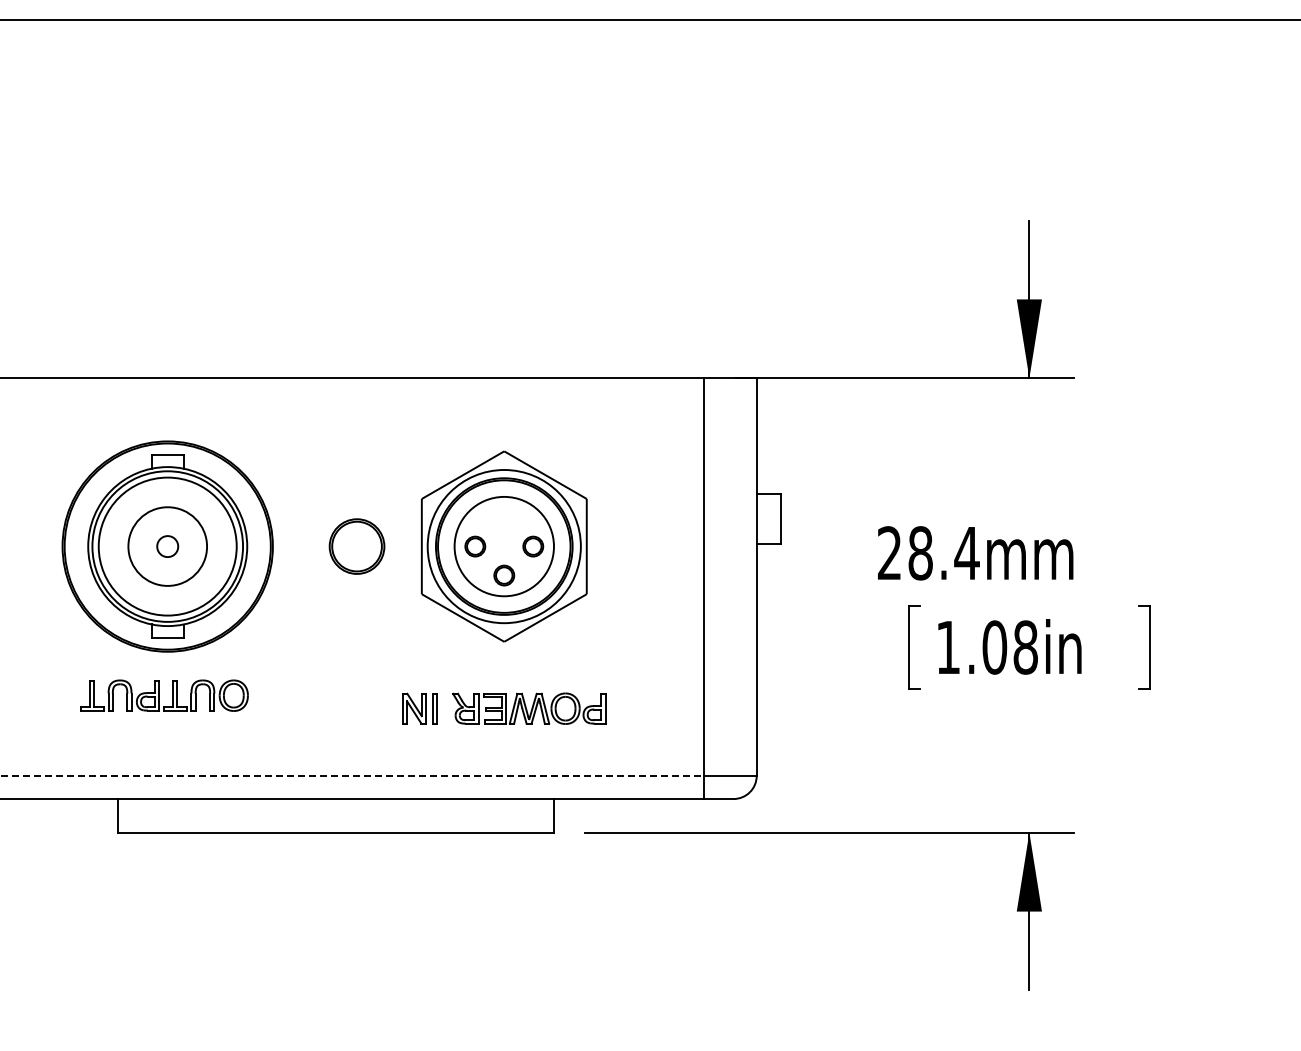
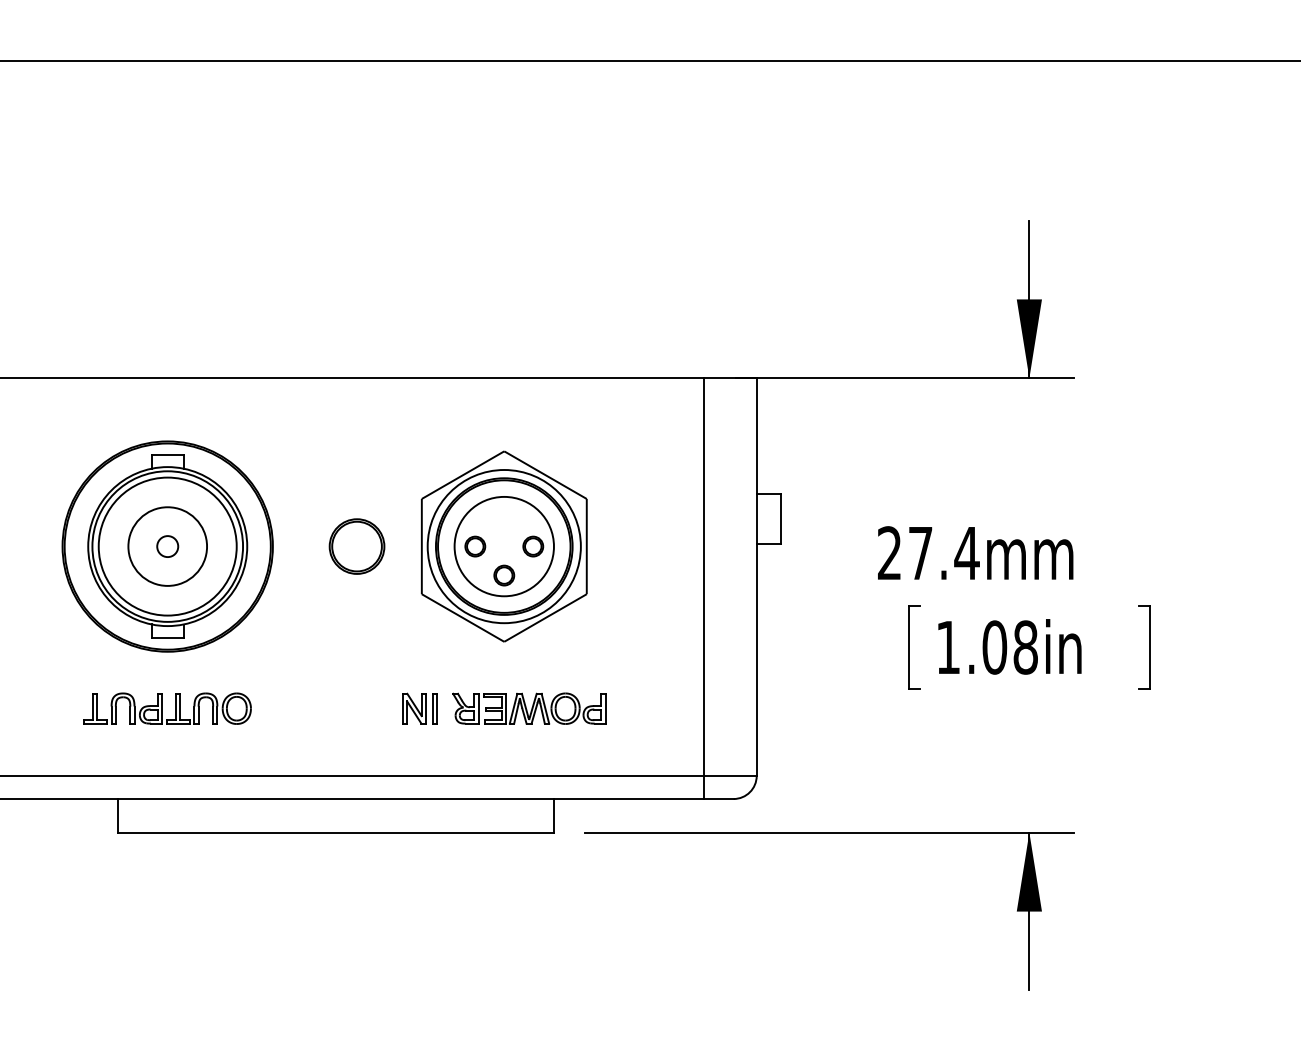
line at (649, 19) position: (649, 19) -> (649, 60)
text at (920, 553): 28.4mm -> 27.4mm
part at (164, 695) position: (164, 695) -> (167, 708)
line at (352, 775): dashed -> solid
